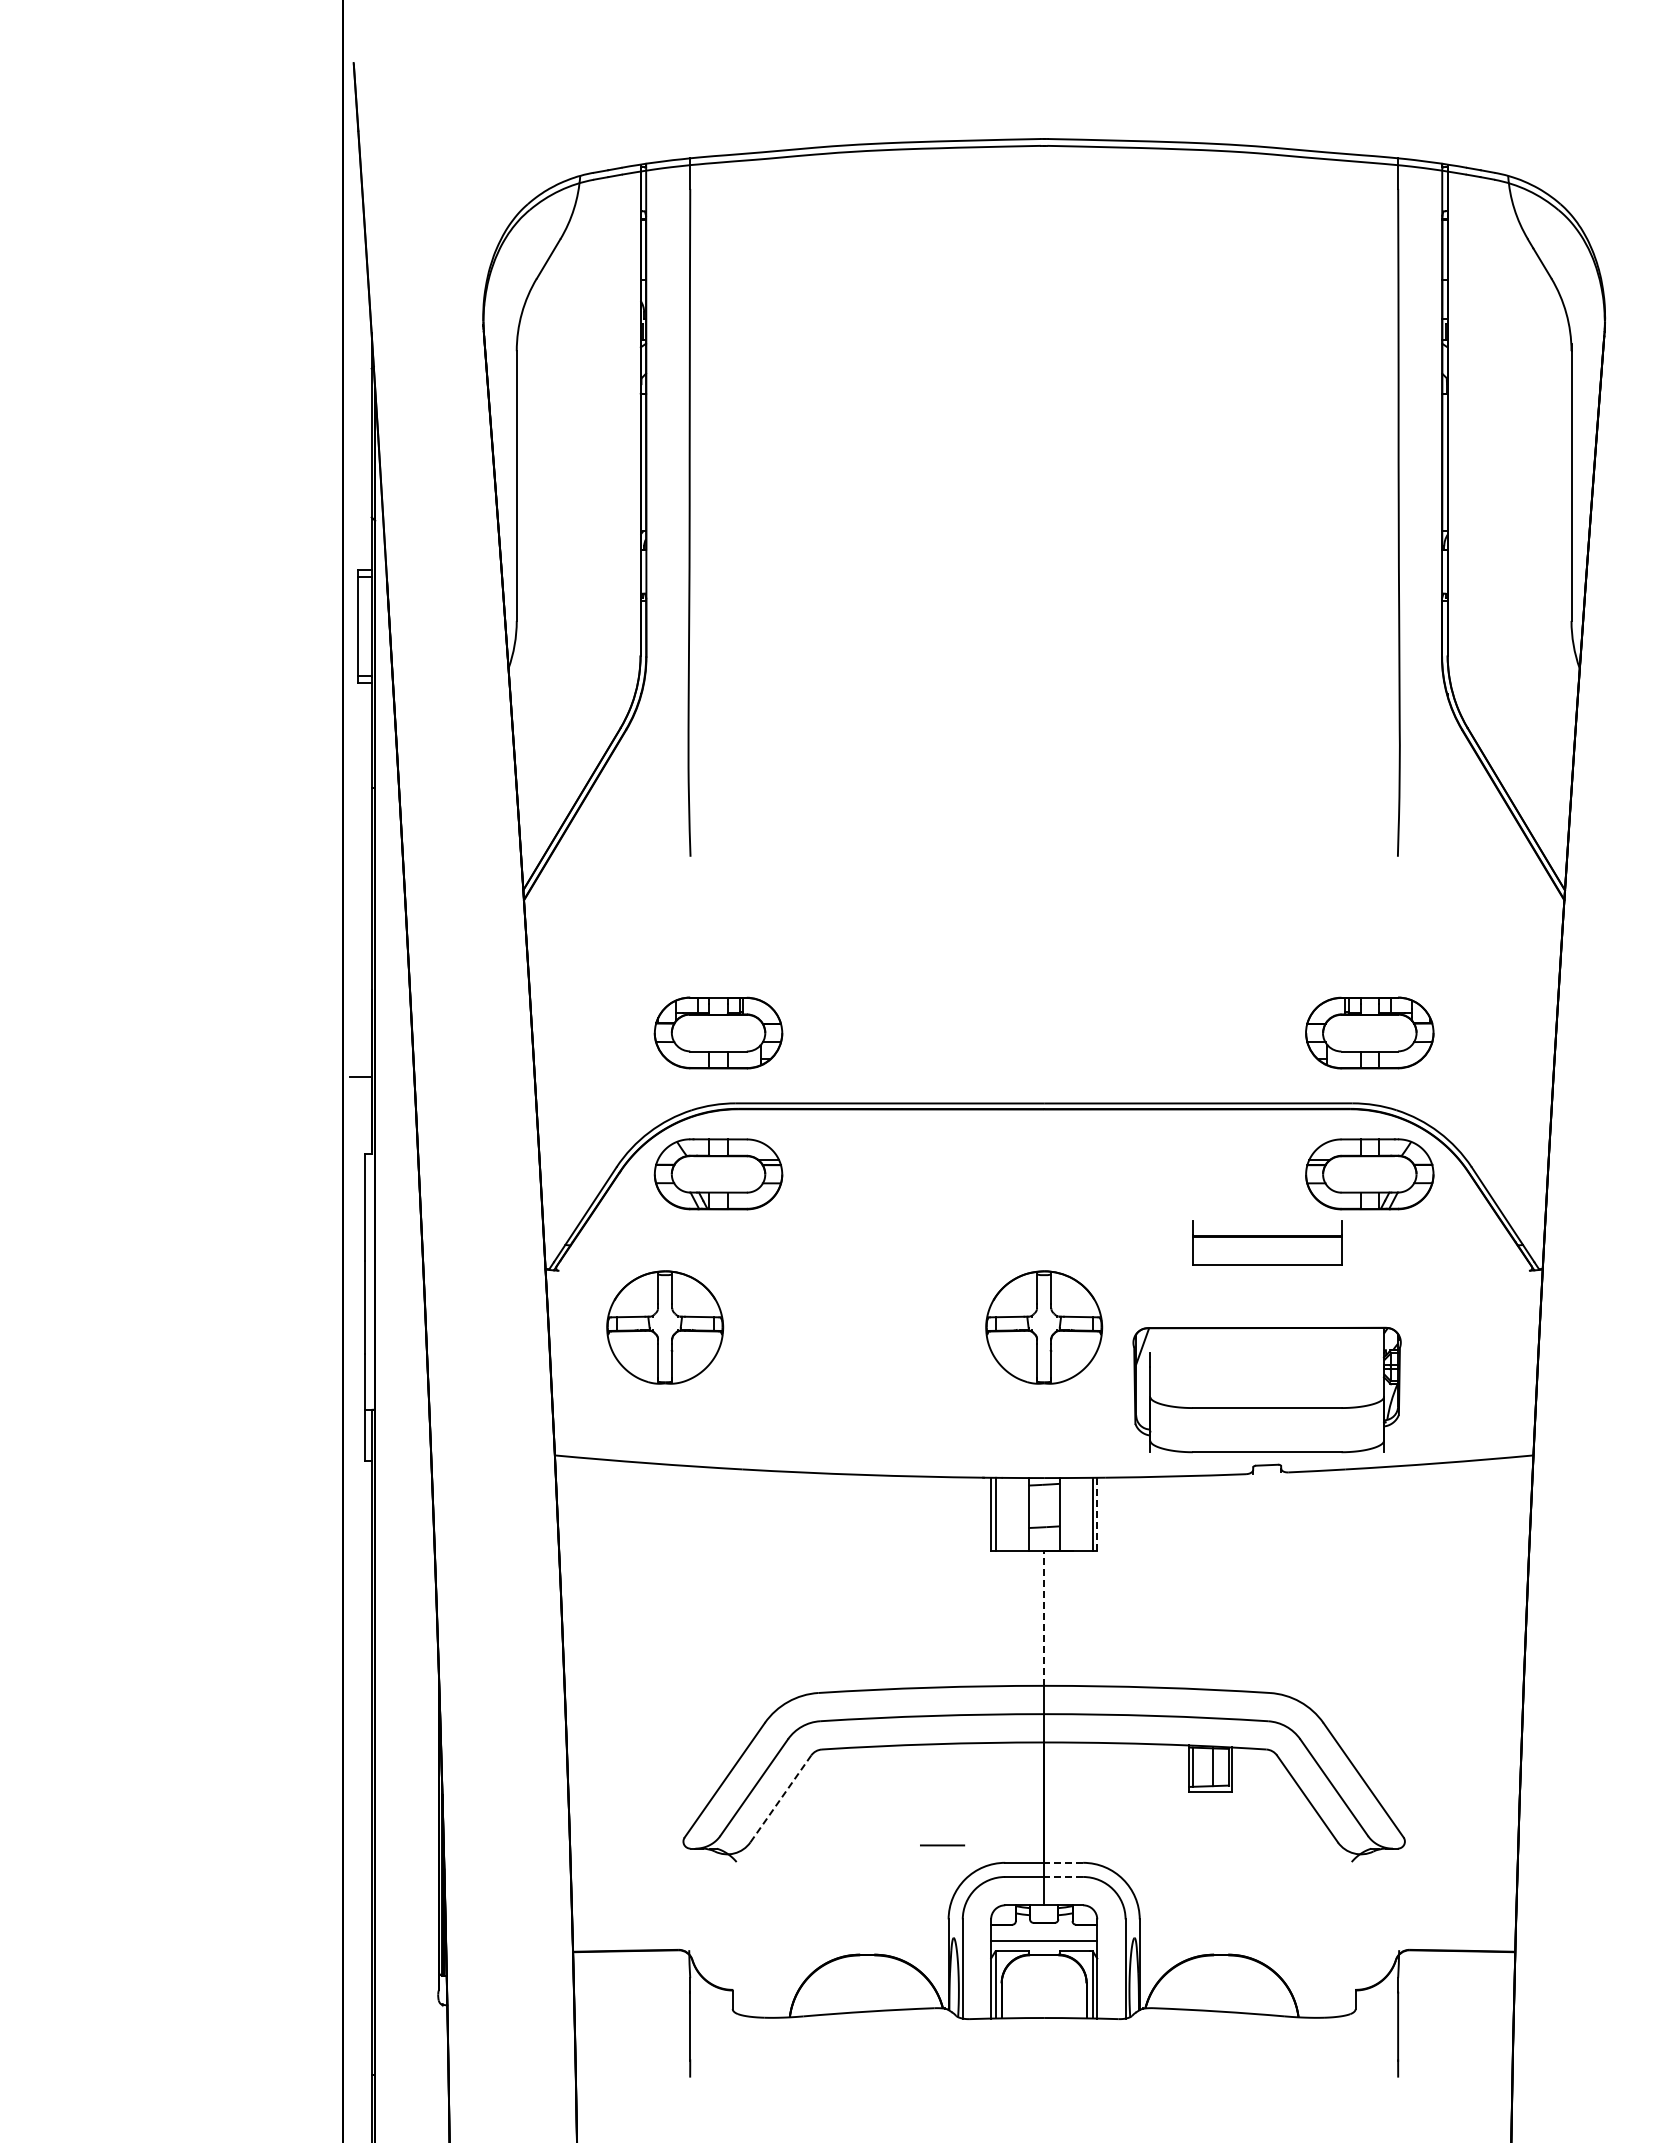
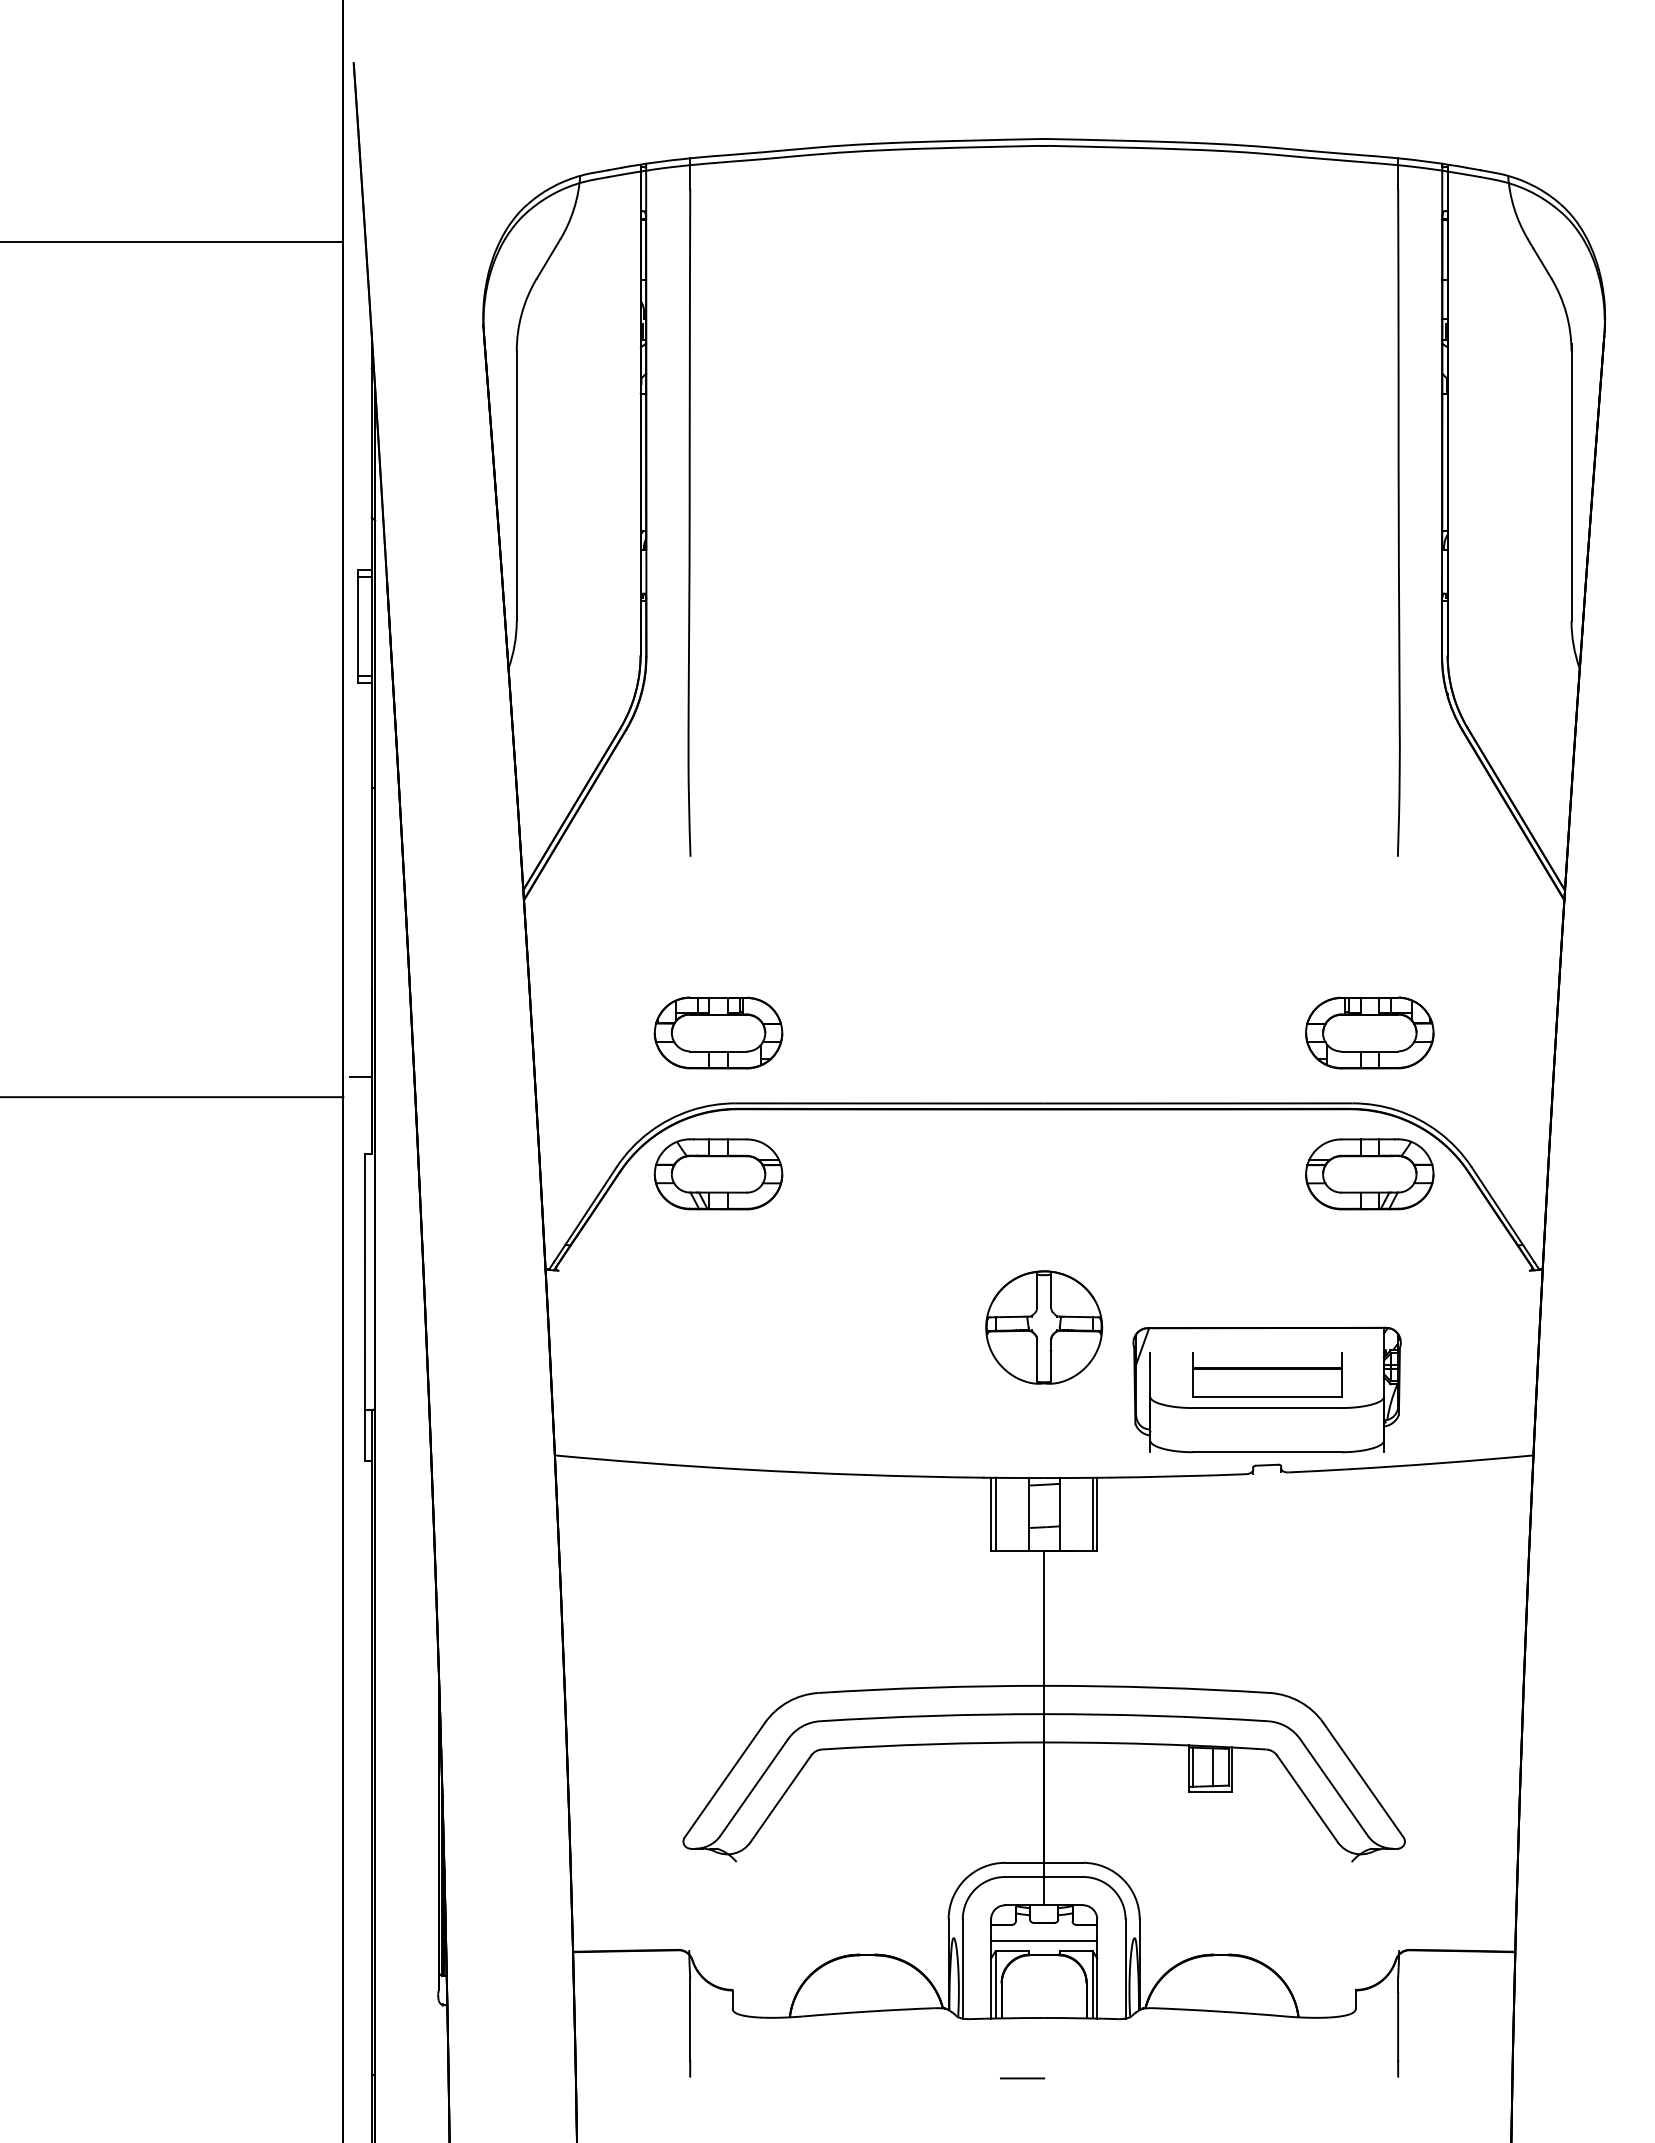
line at (172, 242): none -> present
line at (172, 1097): none -> present
part at (1267, 1242) position: (1267, 1242) -> (1267, 1374)
part at (665, 1327): present -> none
line at (1097, 1514): dashed -> solid
line at (1044, 1618): dashed -> solid
line at (780, 1798): dashed -> solid
line at (942, 1845) position: (942, 1845) -> (1022, 2078)
line at (1063, 1862): dashed -> solid
line at (1063, 1876): dashed -> solid
